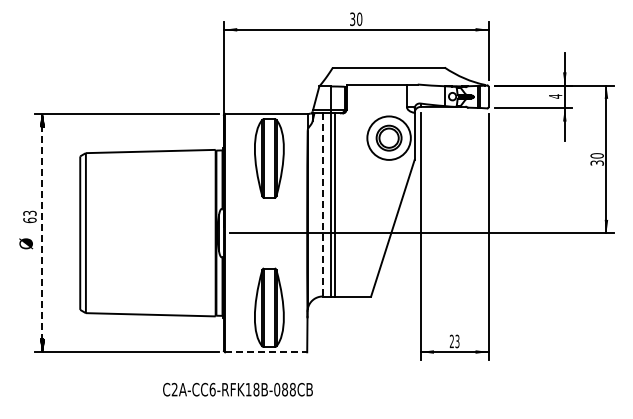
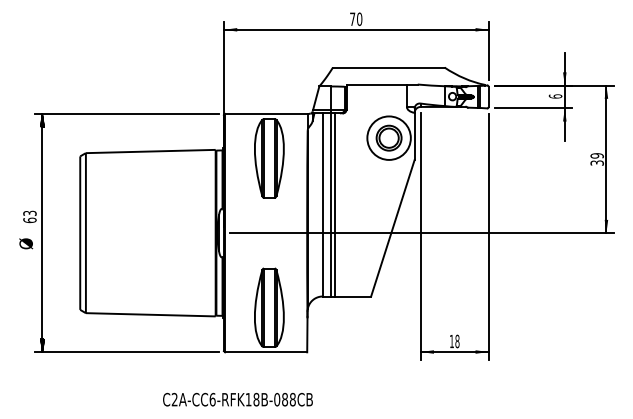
text at (352, 19): 30 -> 70
text at (555, 96): 4 -> 6
text at (597, 155): 30 -> 39
line at (322, 204): dashed -> solid
line at (42, 232): dashed -> solid
text at (454, 341): 23 -> 18
line at (266, 352): dashed -> solid
text at (237, 389) position: (237, 389) -> (237, 399)
